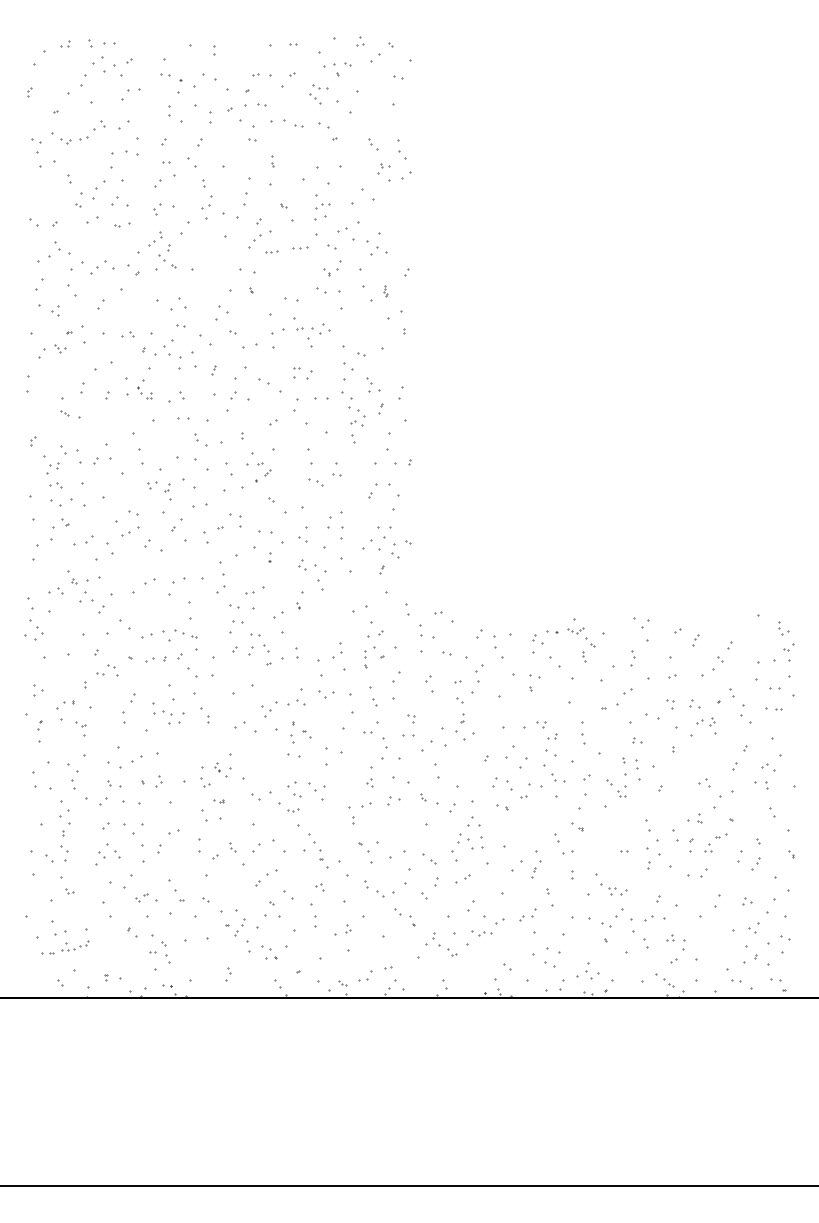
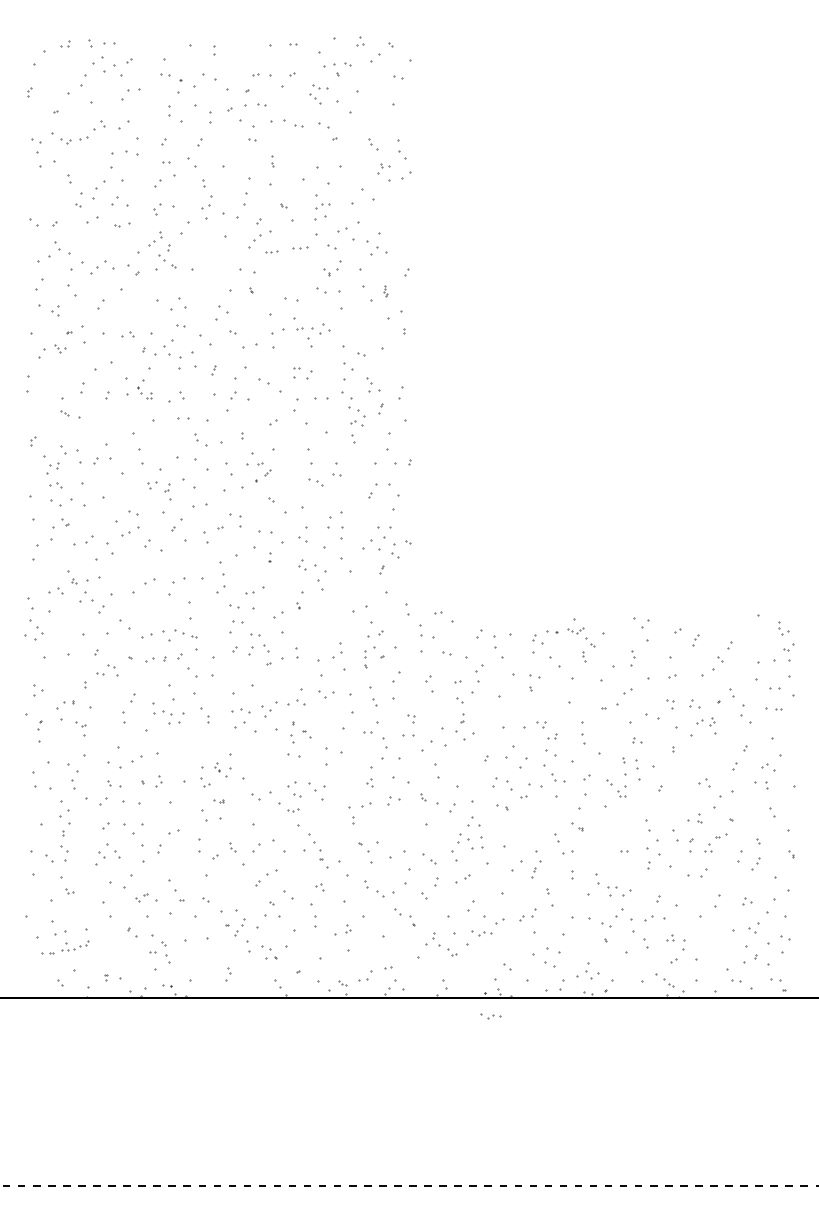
part at (240, 710): none -> present
part at (613, 889) size: 28x13 px -> 35x15 px
part at (490, 1016): none -> present
line at (409, 1186): solid -> dashed
